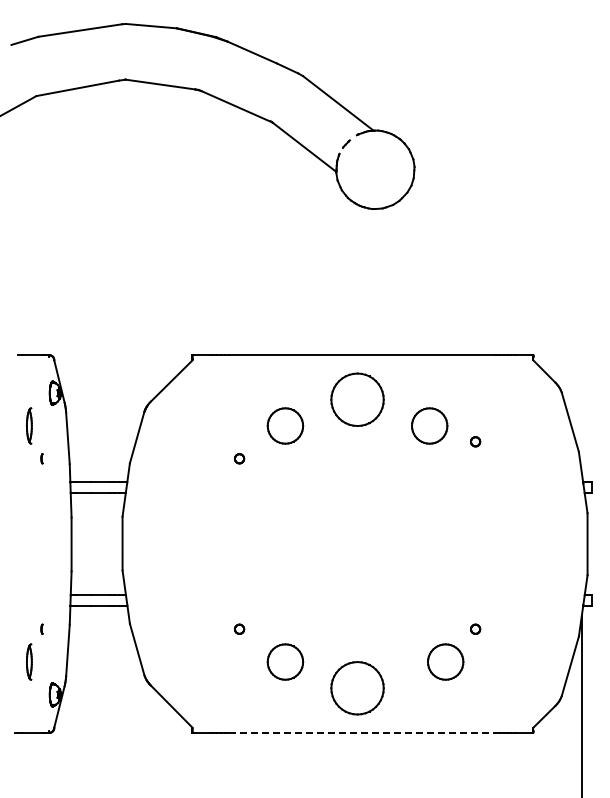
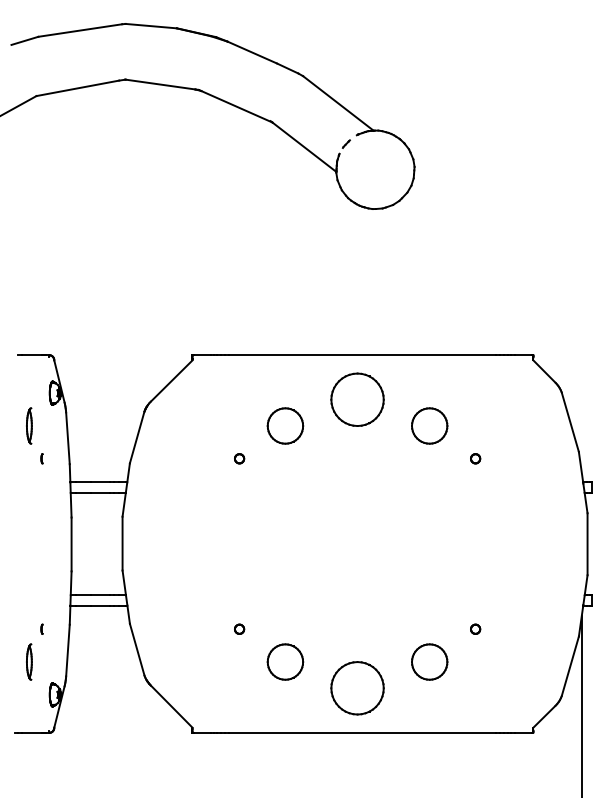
part at (475, 441) position: (475, 441) -> (475, 458)
part at (445, 661) position: (445, 661) -> (429, 661)
line at (363, 732): dashed -> solid
